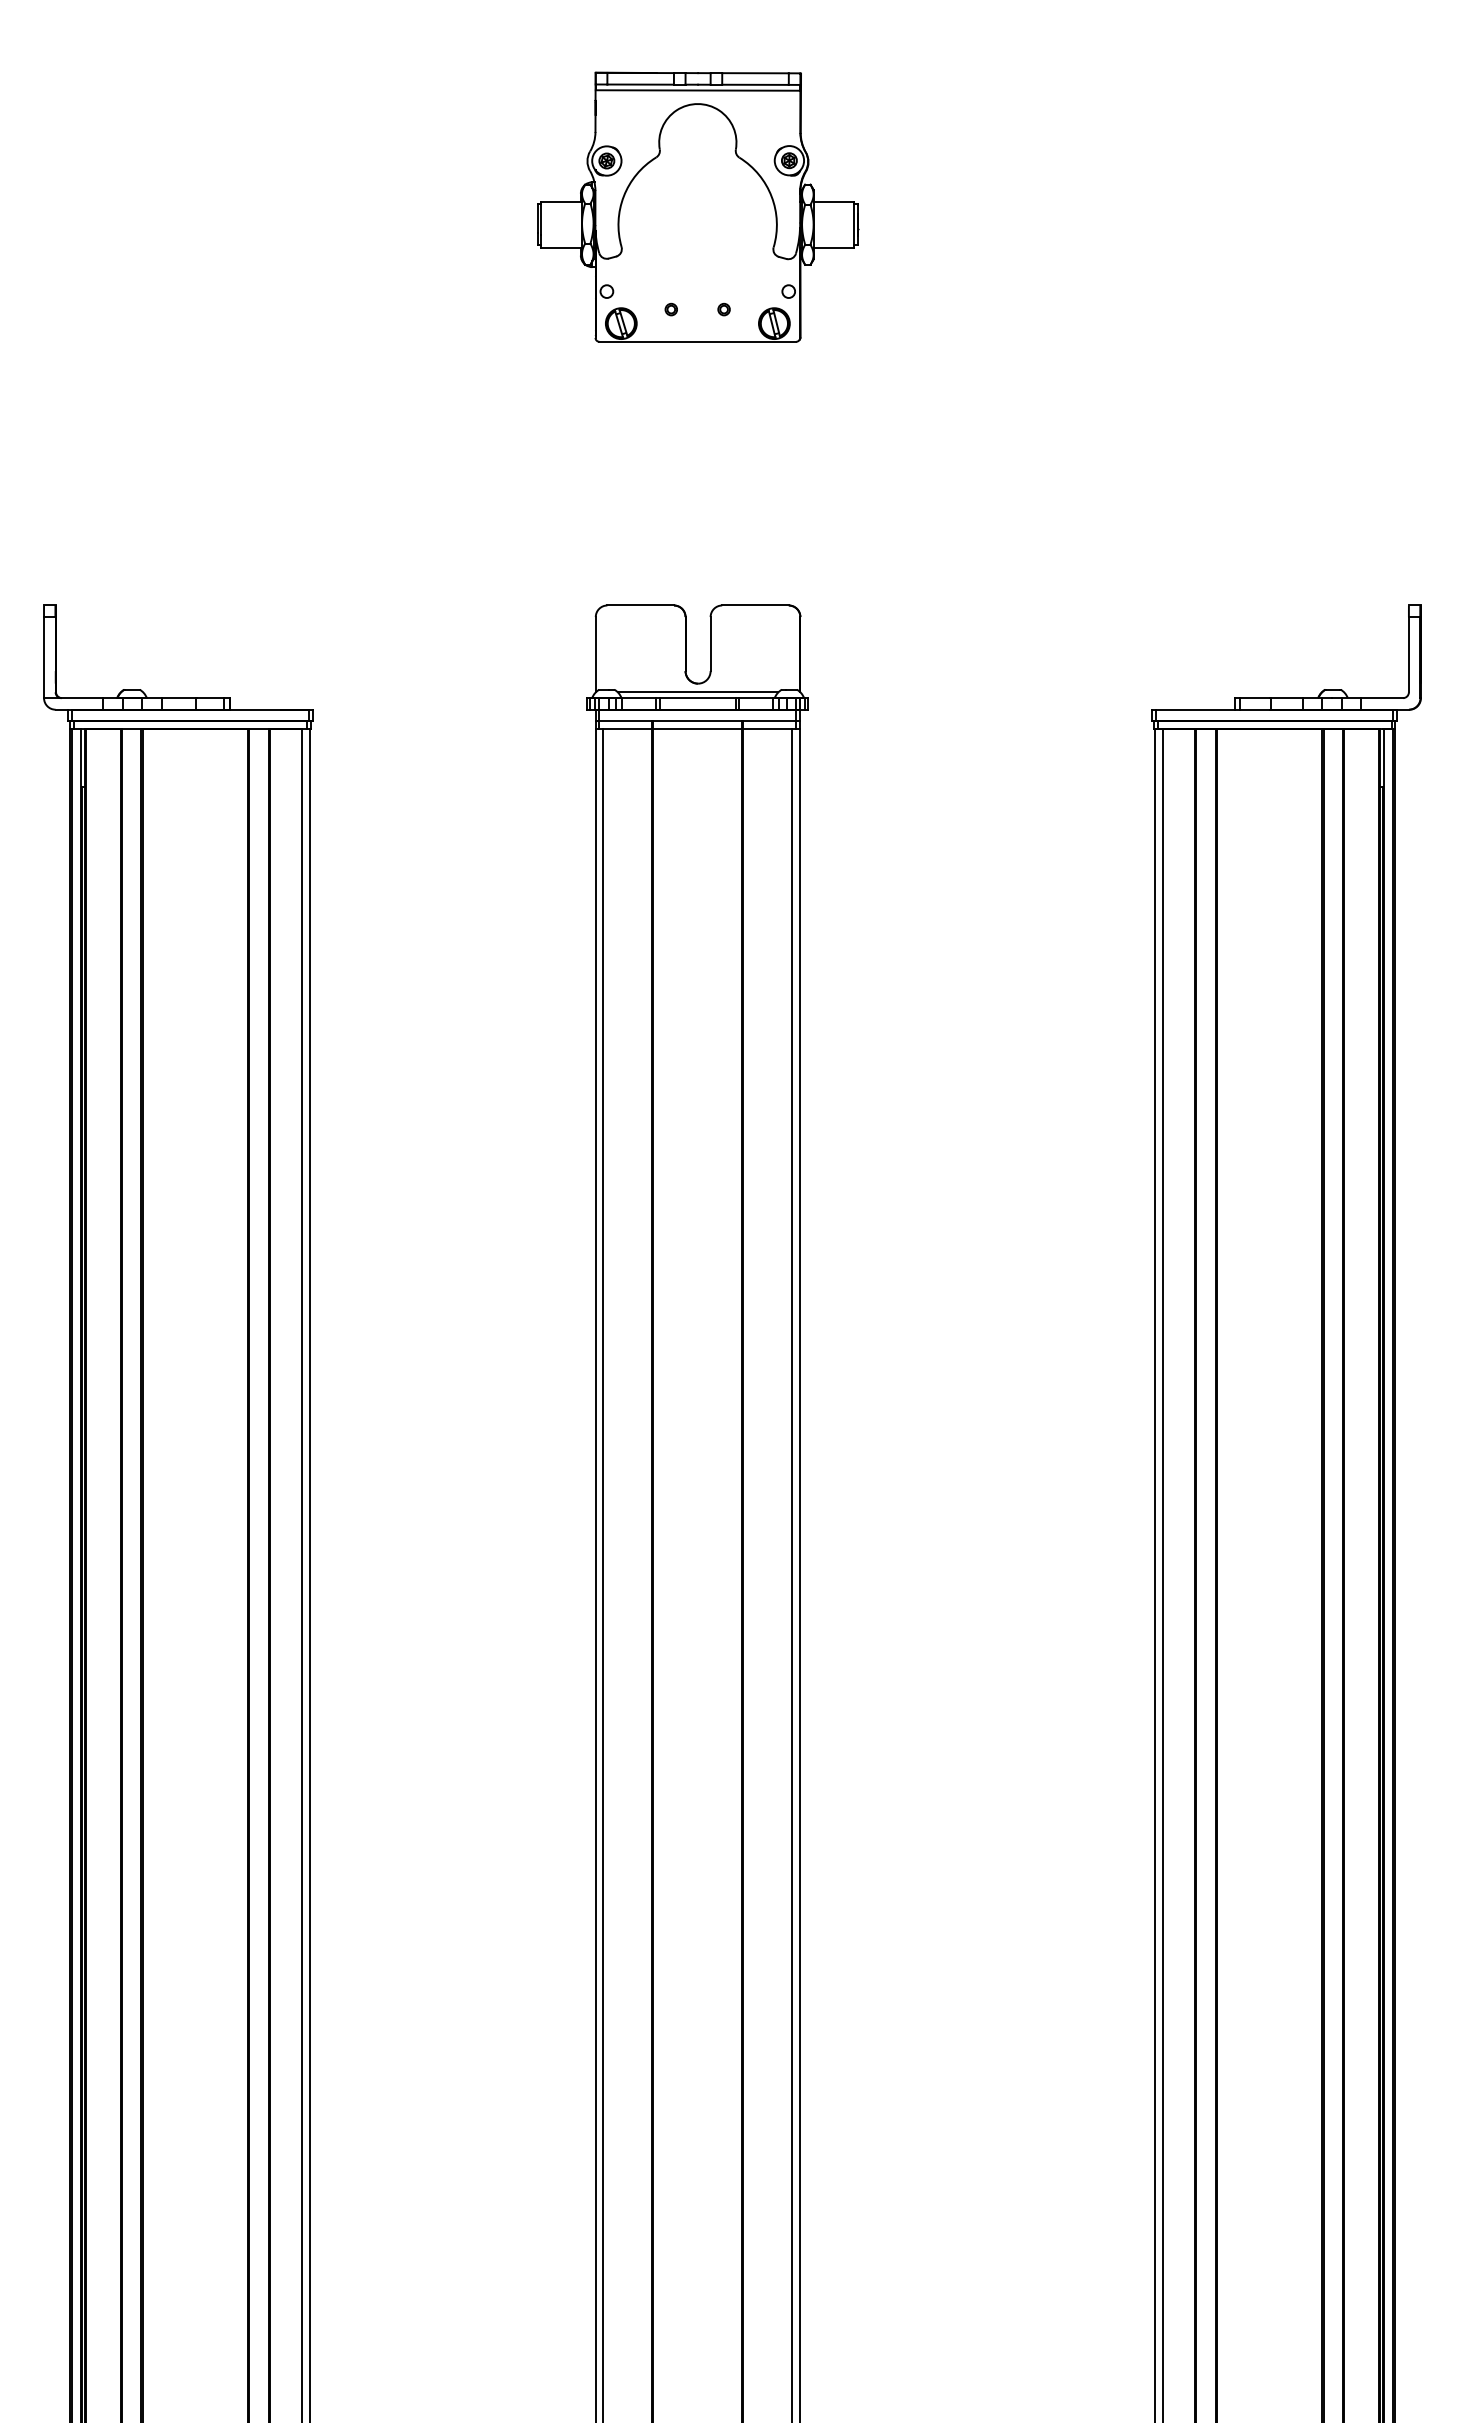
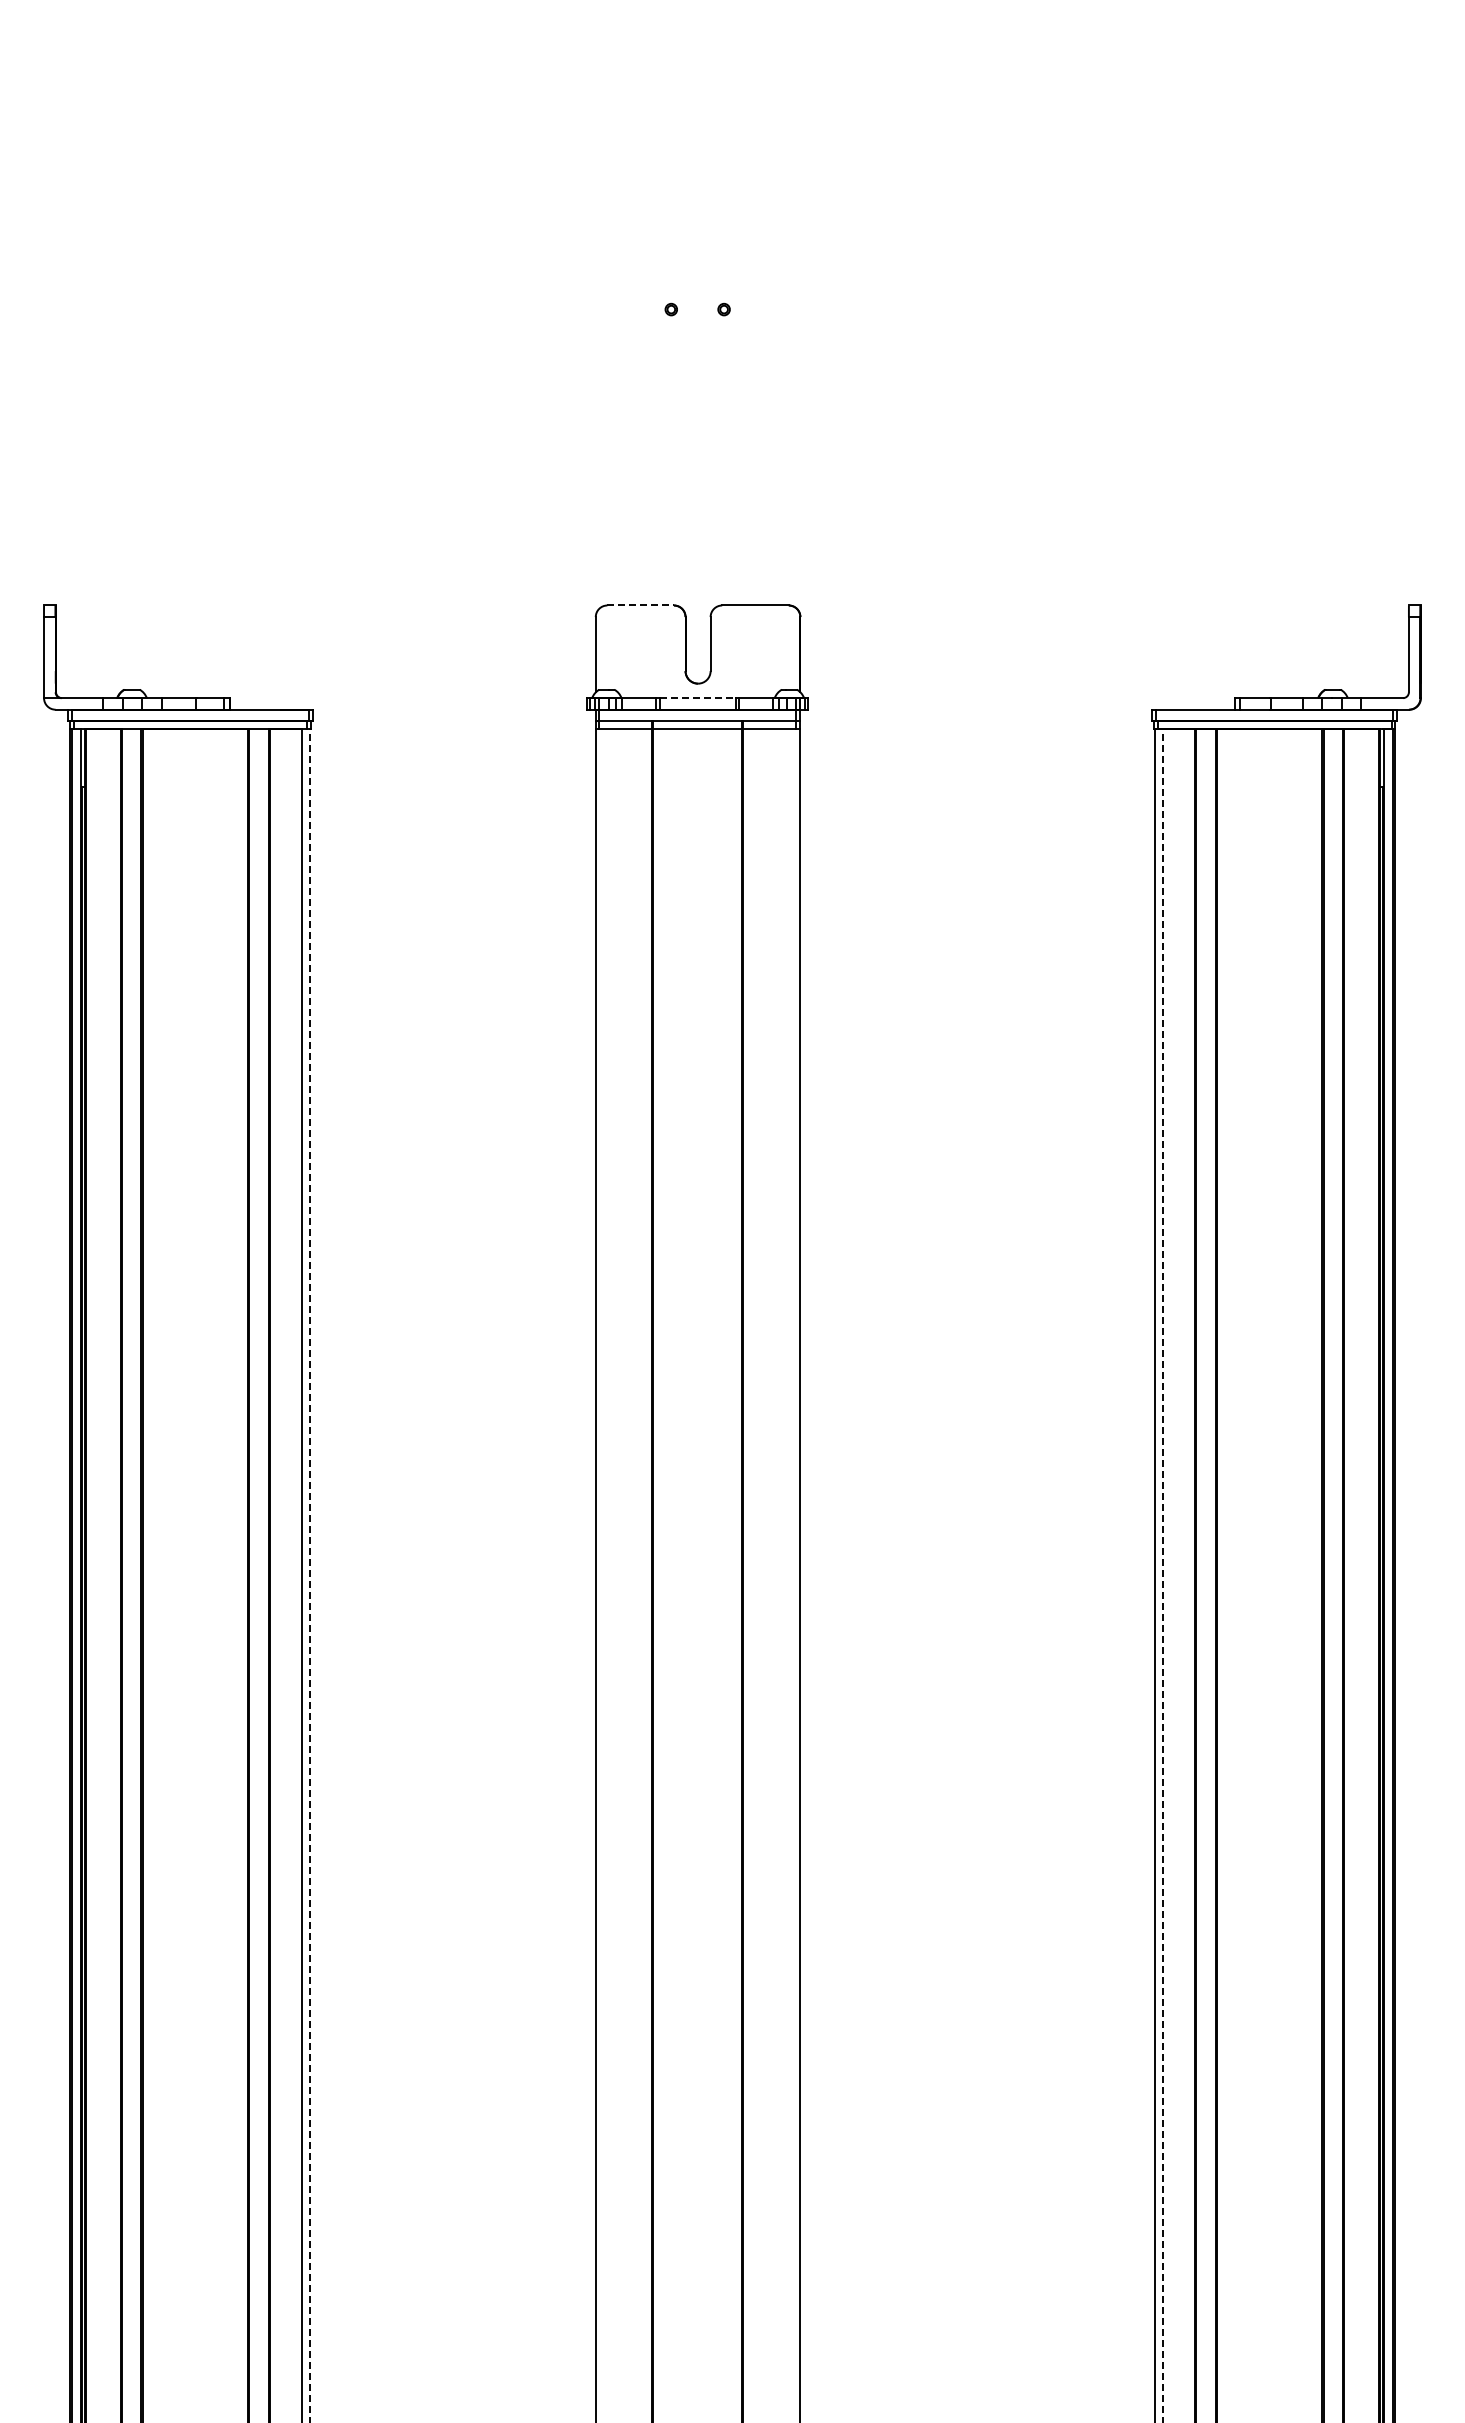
part at (698, 206): present -> none
line at (641, 605): solid -> dashed
line at (697, 692): present -> none
line at (697, 698): solid -> dashed
line at (603, 1574): present -> none
line at (792, 1574): present -> none
line at (309, 1575): solid -> dashed
line at (1162, 1575): solid -> dashed
